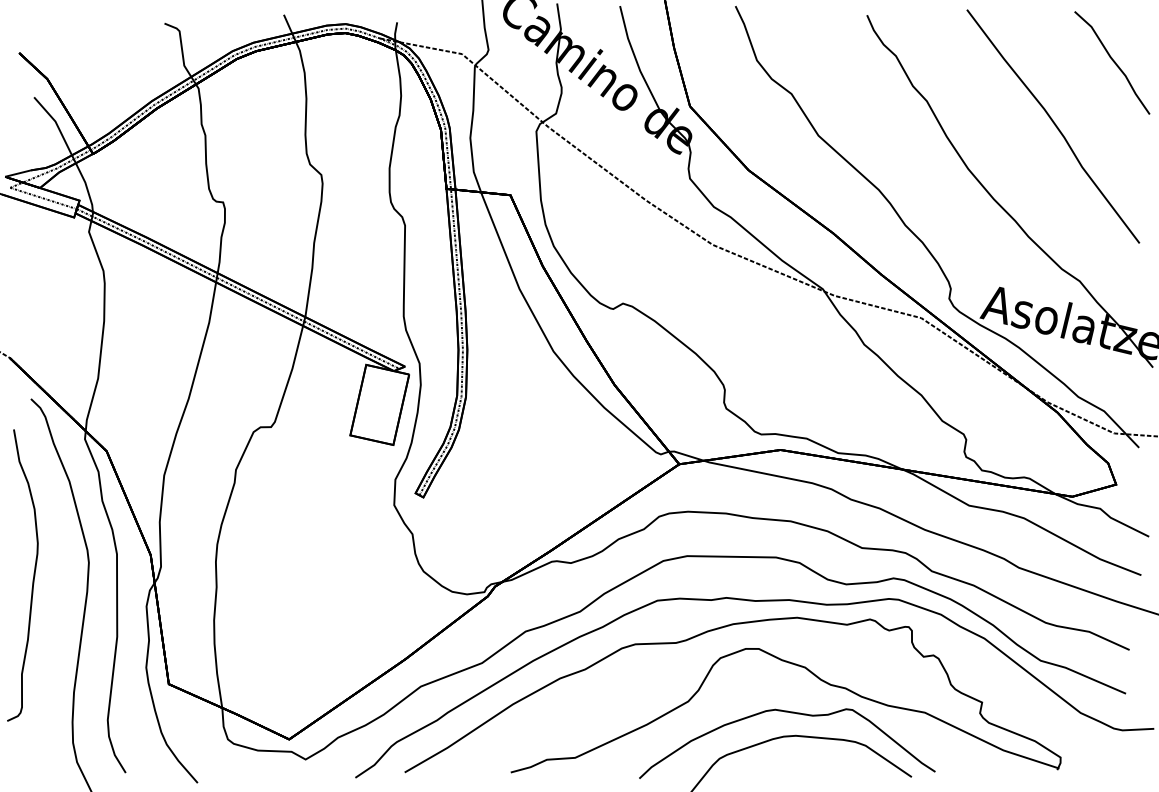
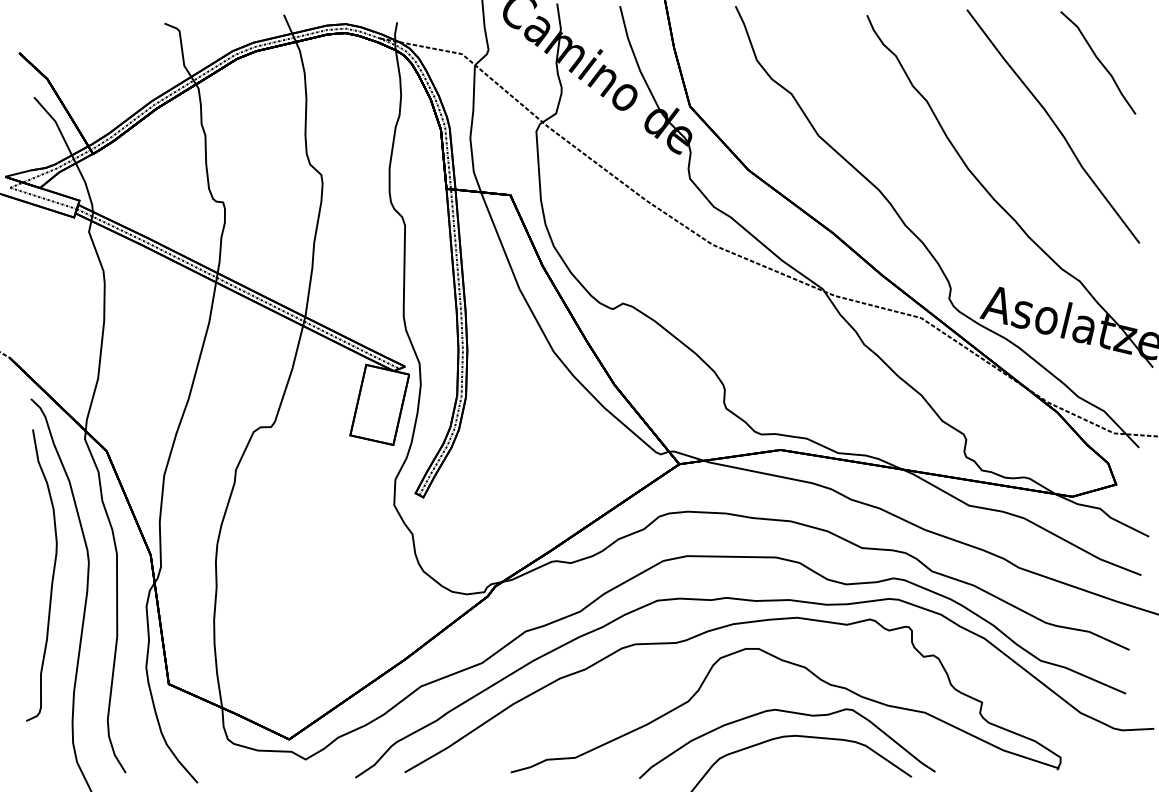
curve at (1112, 61) position: (1112, 61) -> (1098, 61)
curve at (32, 579) position: (32, 579) -> (51, 579)
